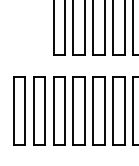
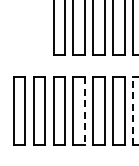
line at (84, 111): solid -> dashed
line at (133, 111): solid -> dashed
